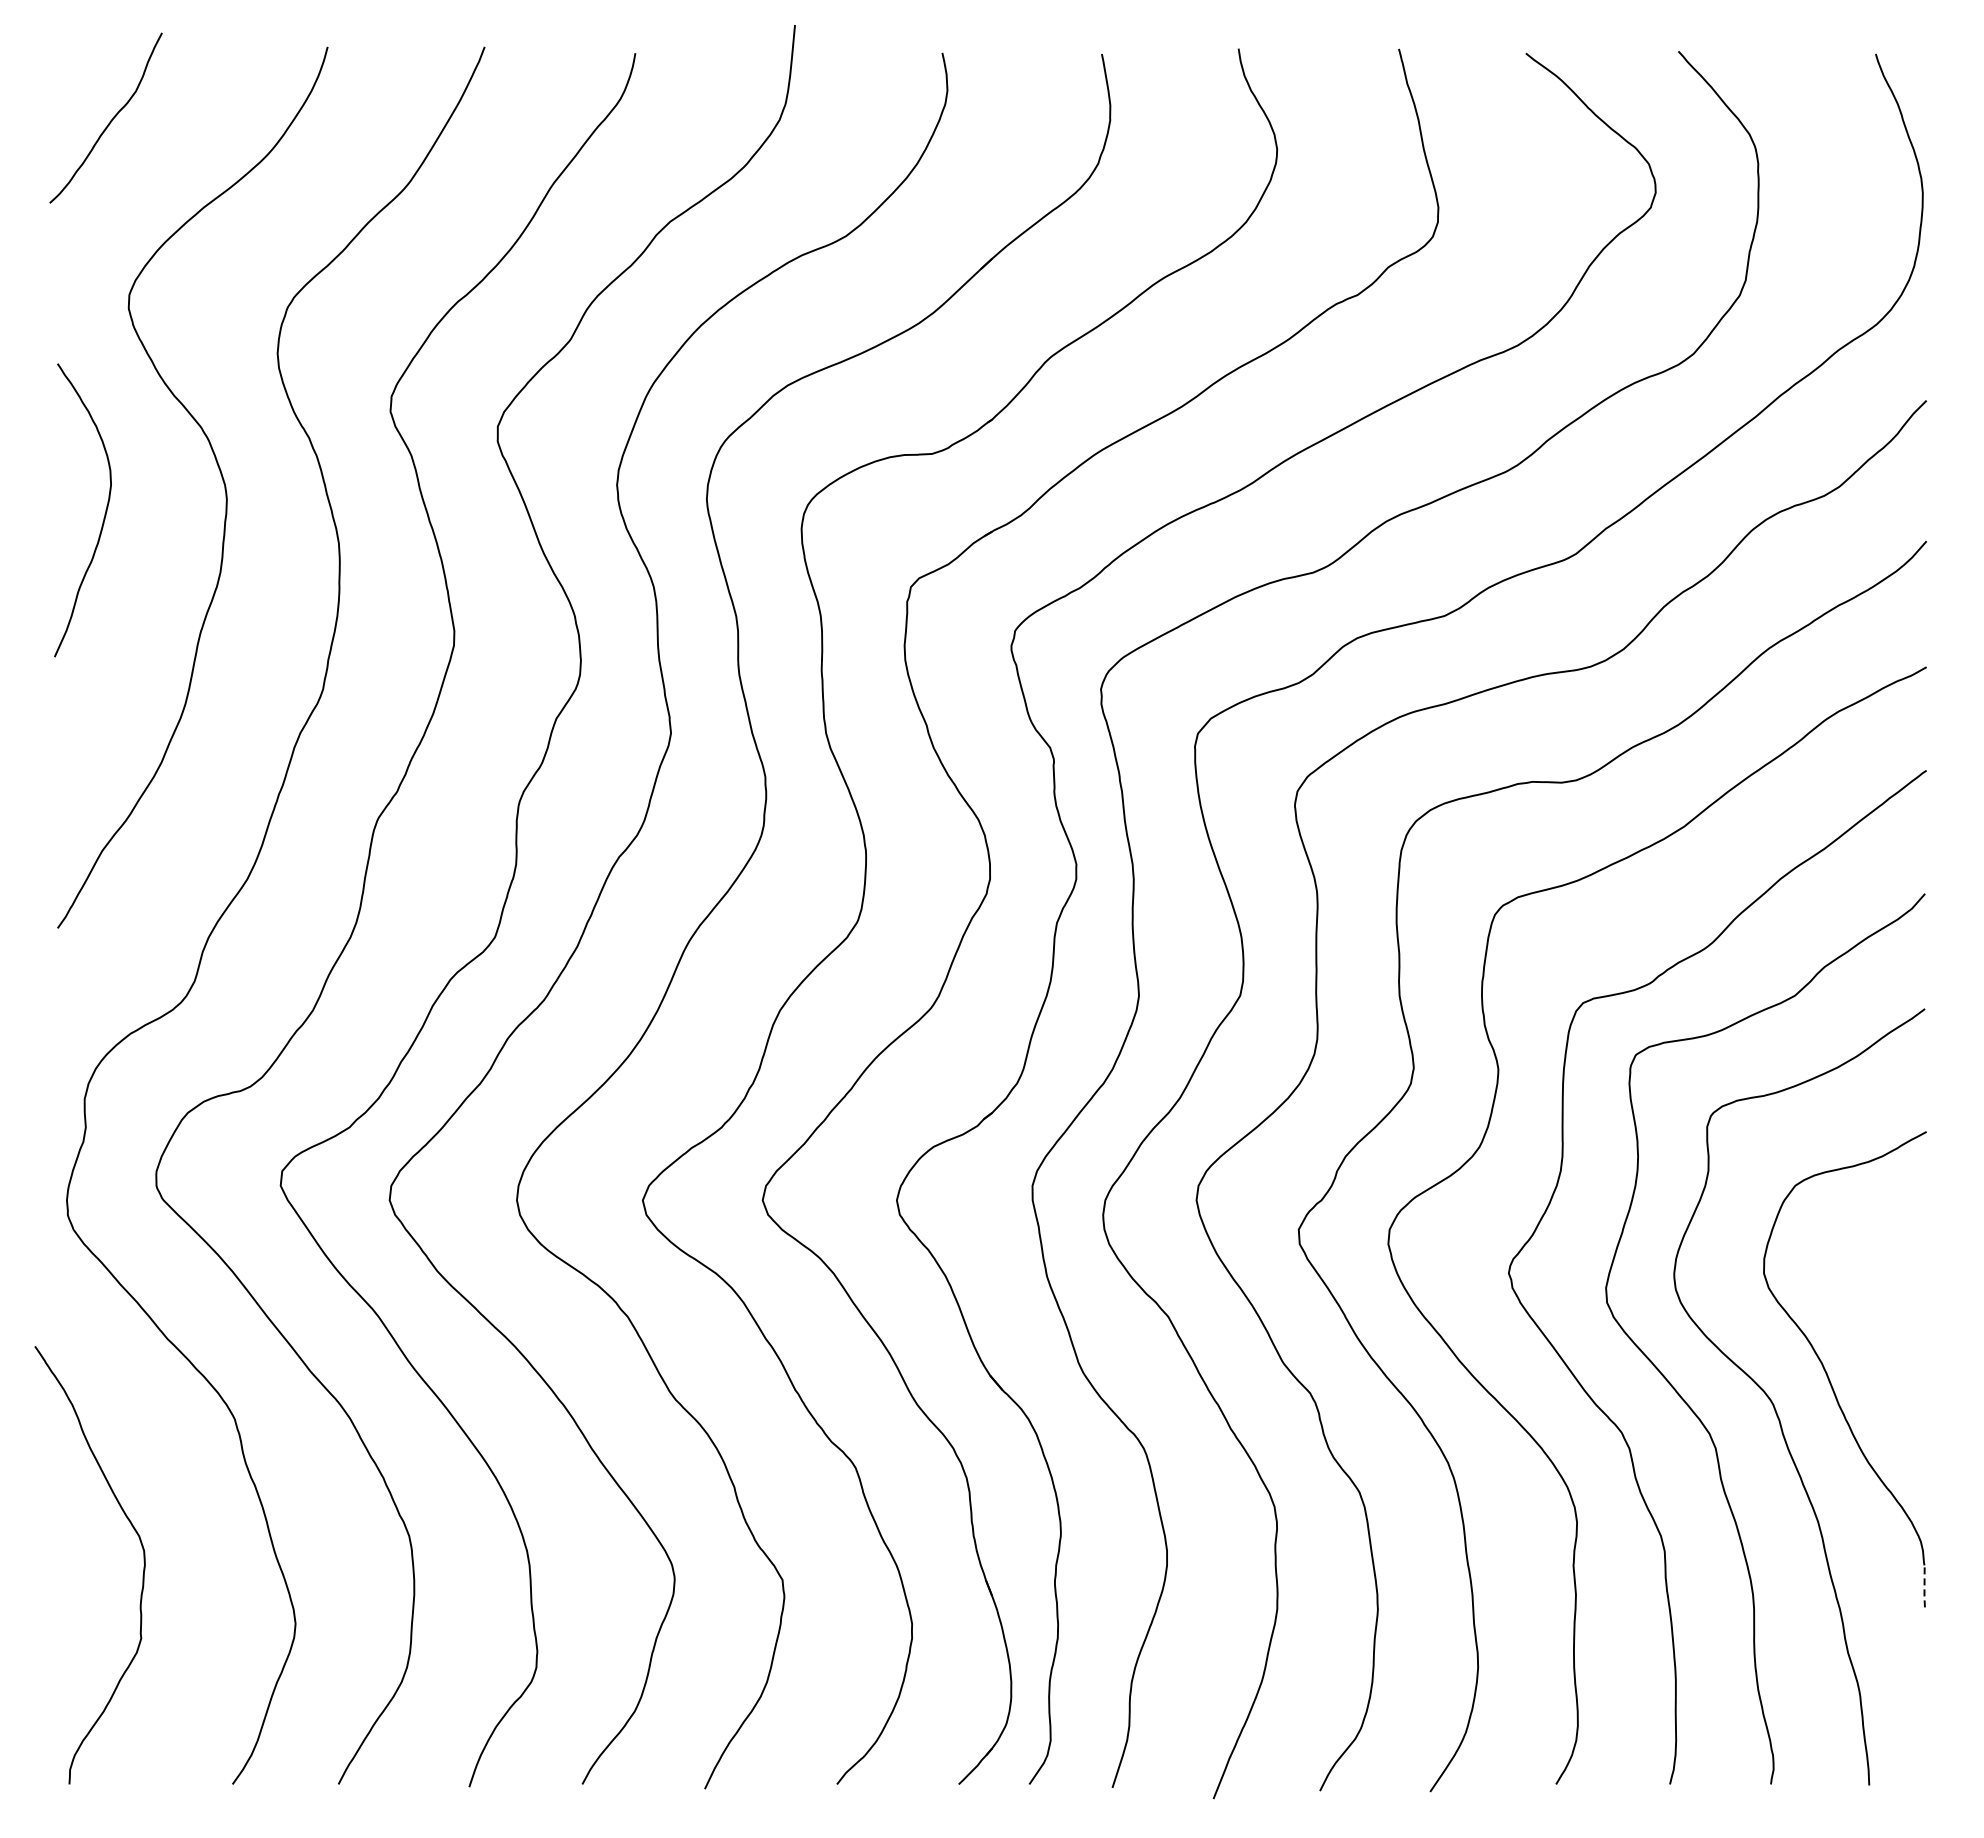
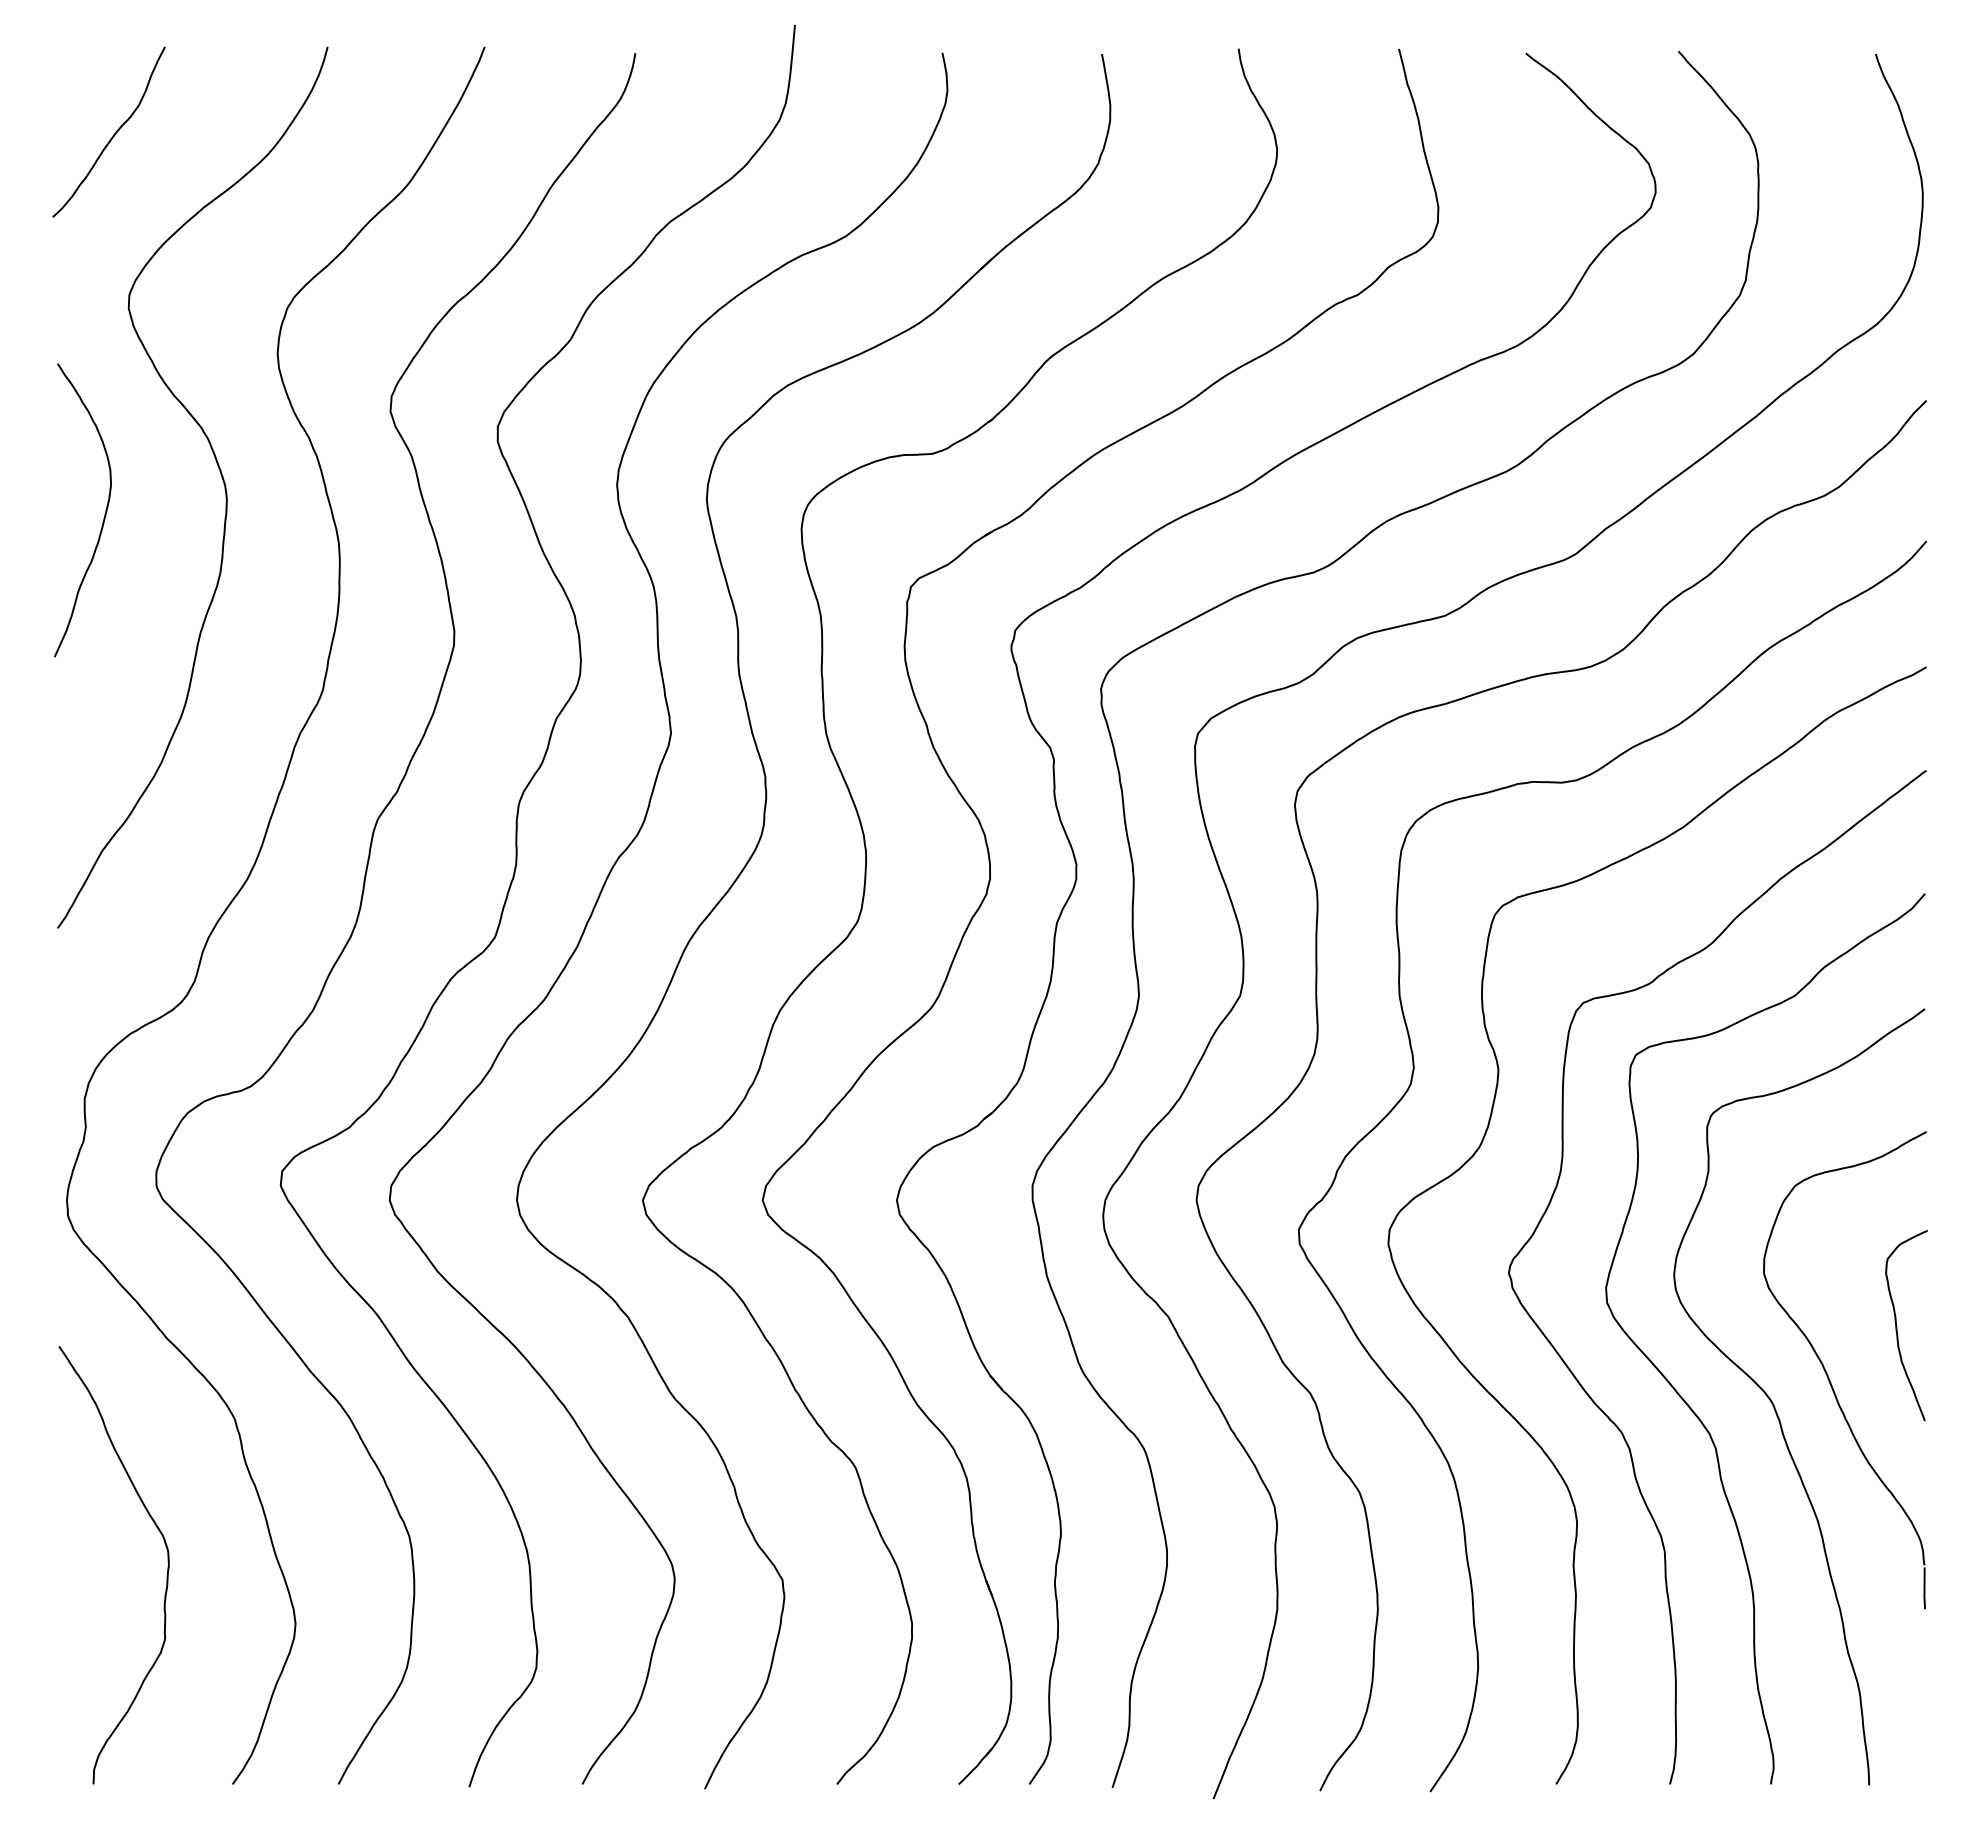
curve at (109, 121) position: (109, 121) -> (112, 135)
curve at (1897, 1326): none -> present
curve at (142, 1575) position: (142, 1575) -> (166, 1575)
line at (1924, 1588): dashed -> solid
